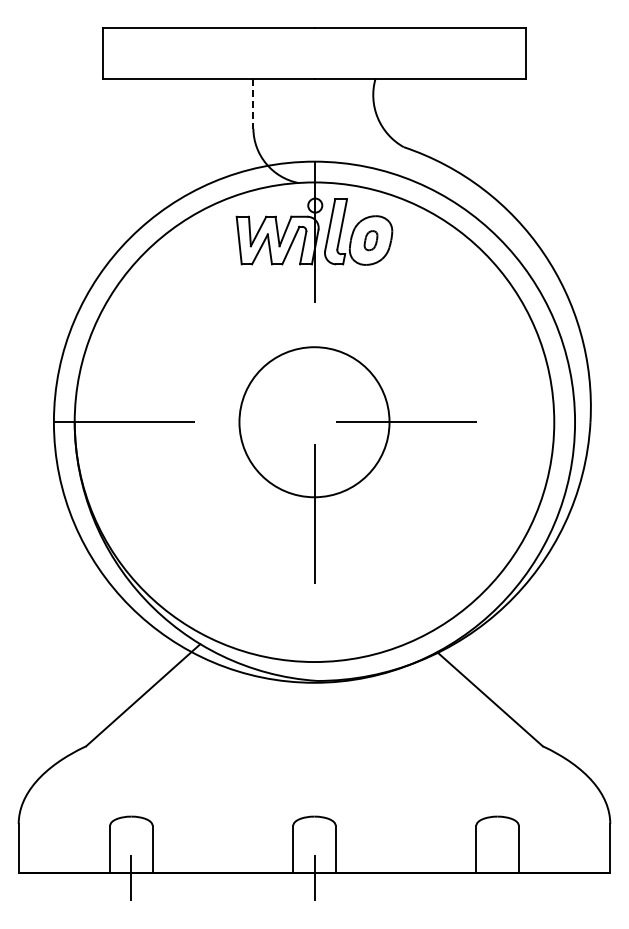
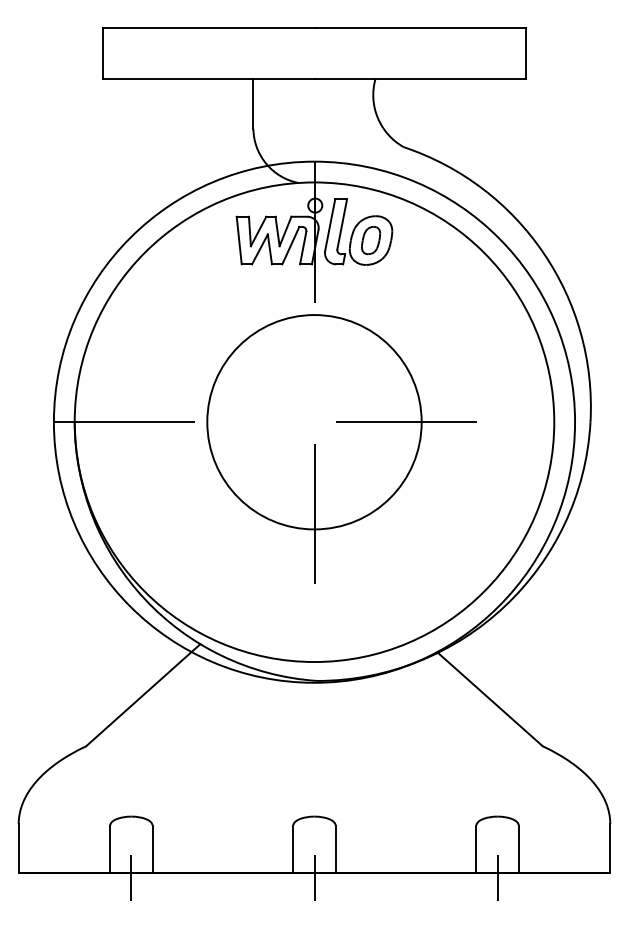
line at (253, 104): dashed -> solid
part at (370, 240) size: 16x22 px -> 20x30 px
circle at (314, 422) diameter: 150 px -> 214 px
line at (497, 878): none -> present
